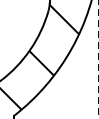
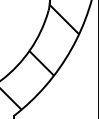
line at (98, 60): dashed -> solid
